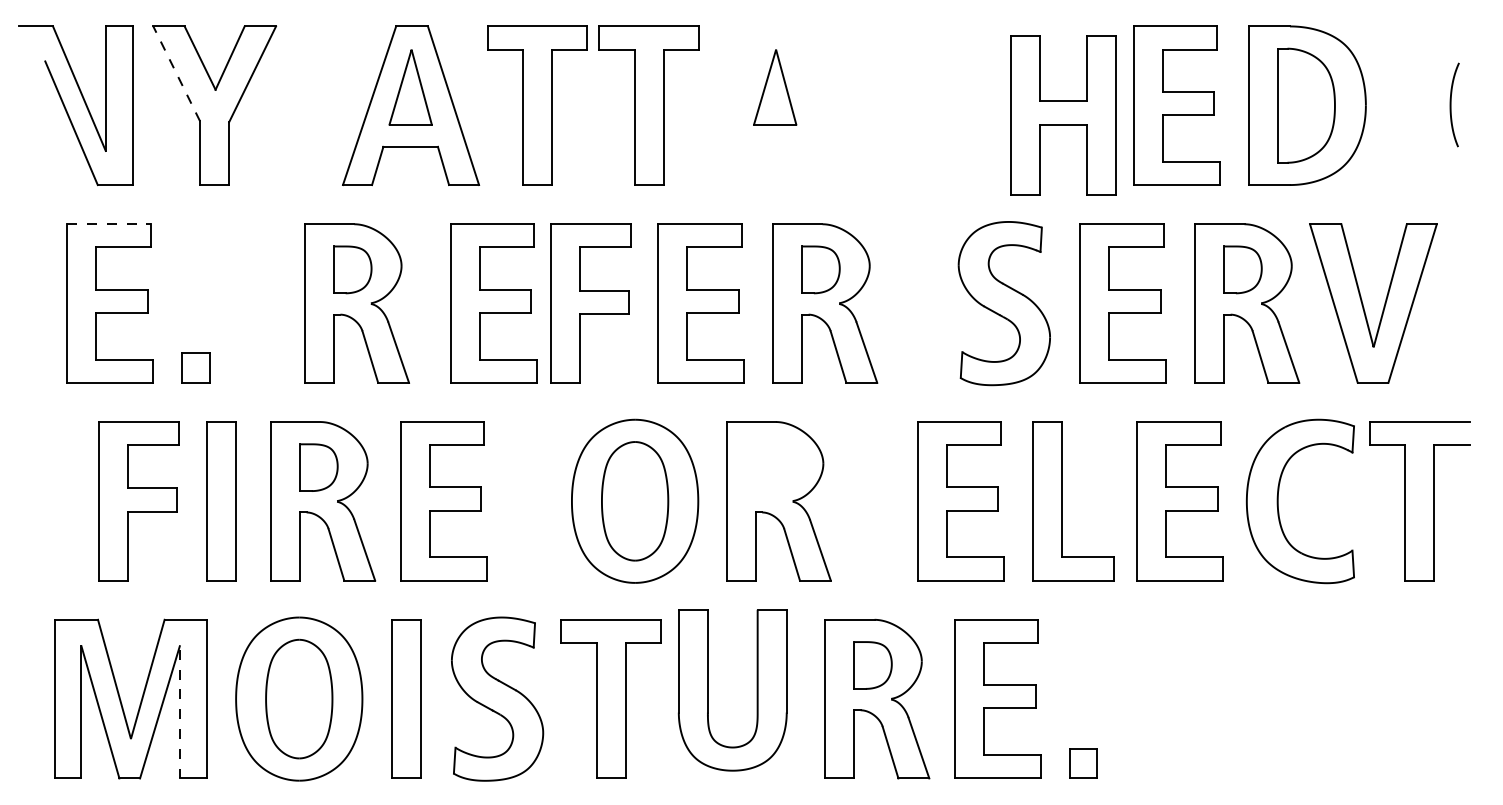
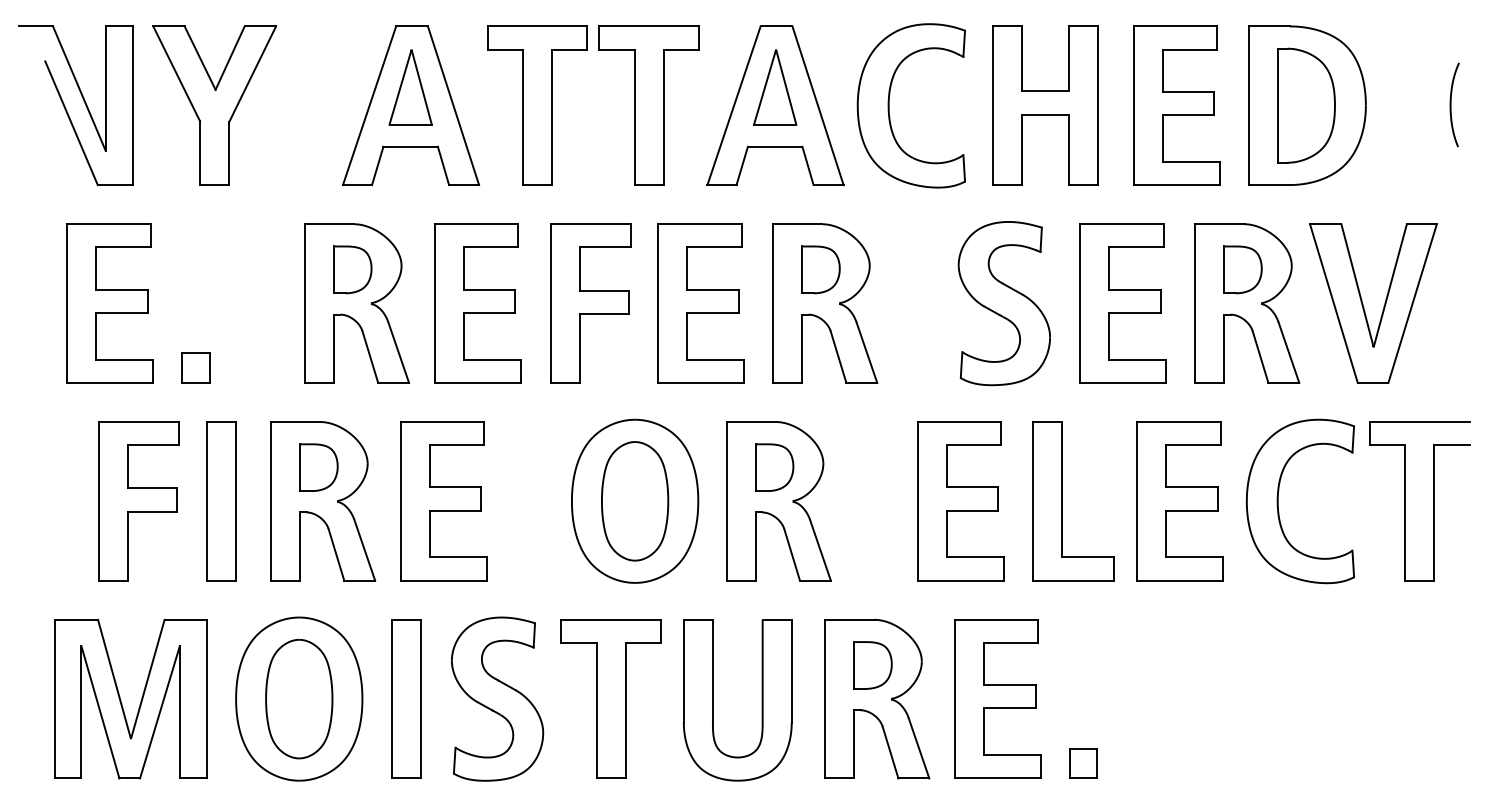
line at (176, 73): dashed -> solid
part at (775, 105): none -> present
part at (889, 105): none -> present
part at (1063, 115) position: (1063, 115) -> (1045, 105)
line at (109, 224): dashed -> solid
part at (493, 303) position: (493, 303) -> (477, 303)
part at (774, 467): none -> present
part at (708, 690) position: (708, 690) -> (713, 700)
line at (180, 711): dashed -> solid
